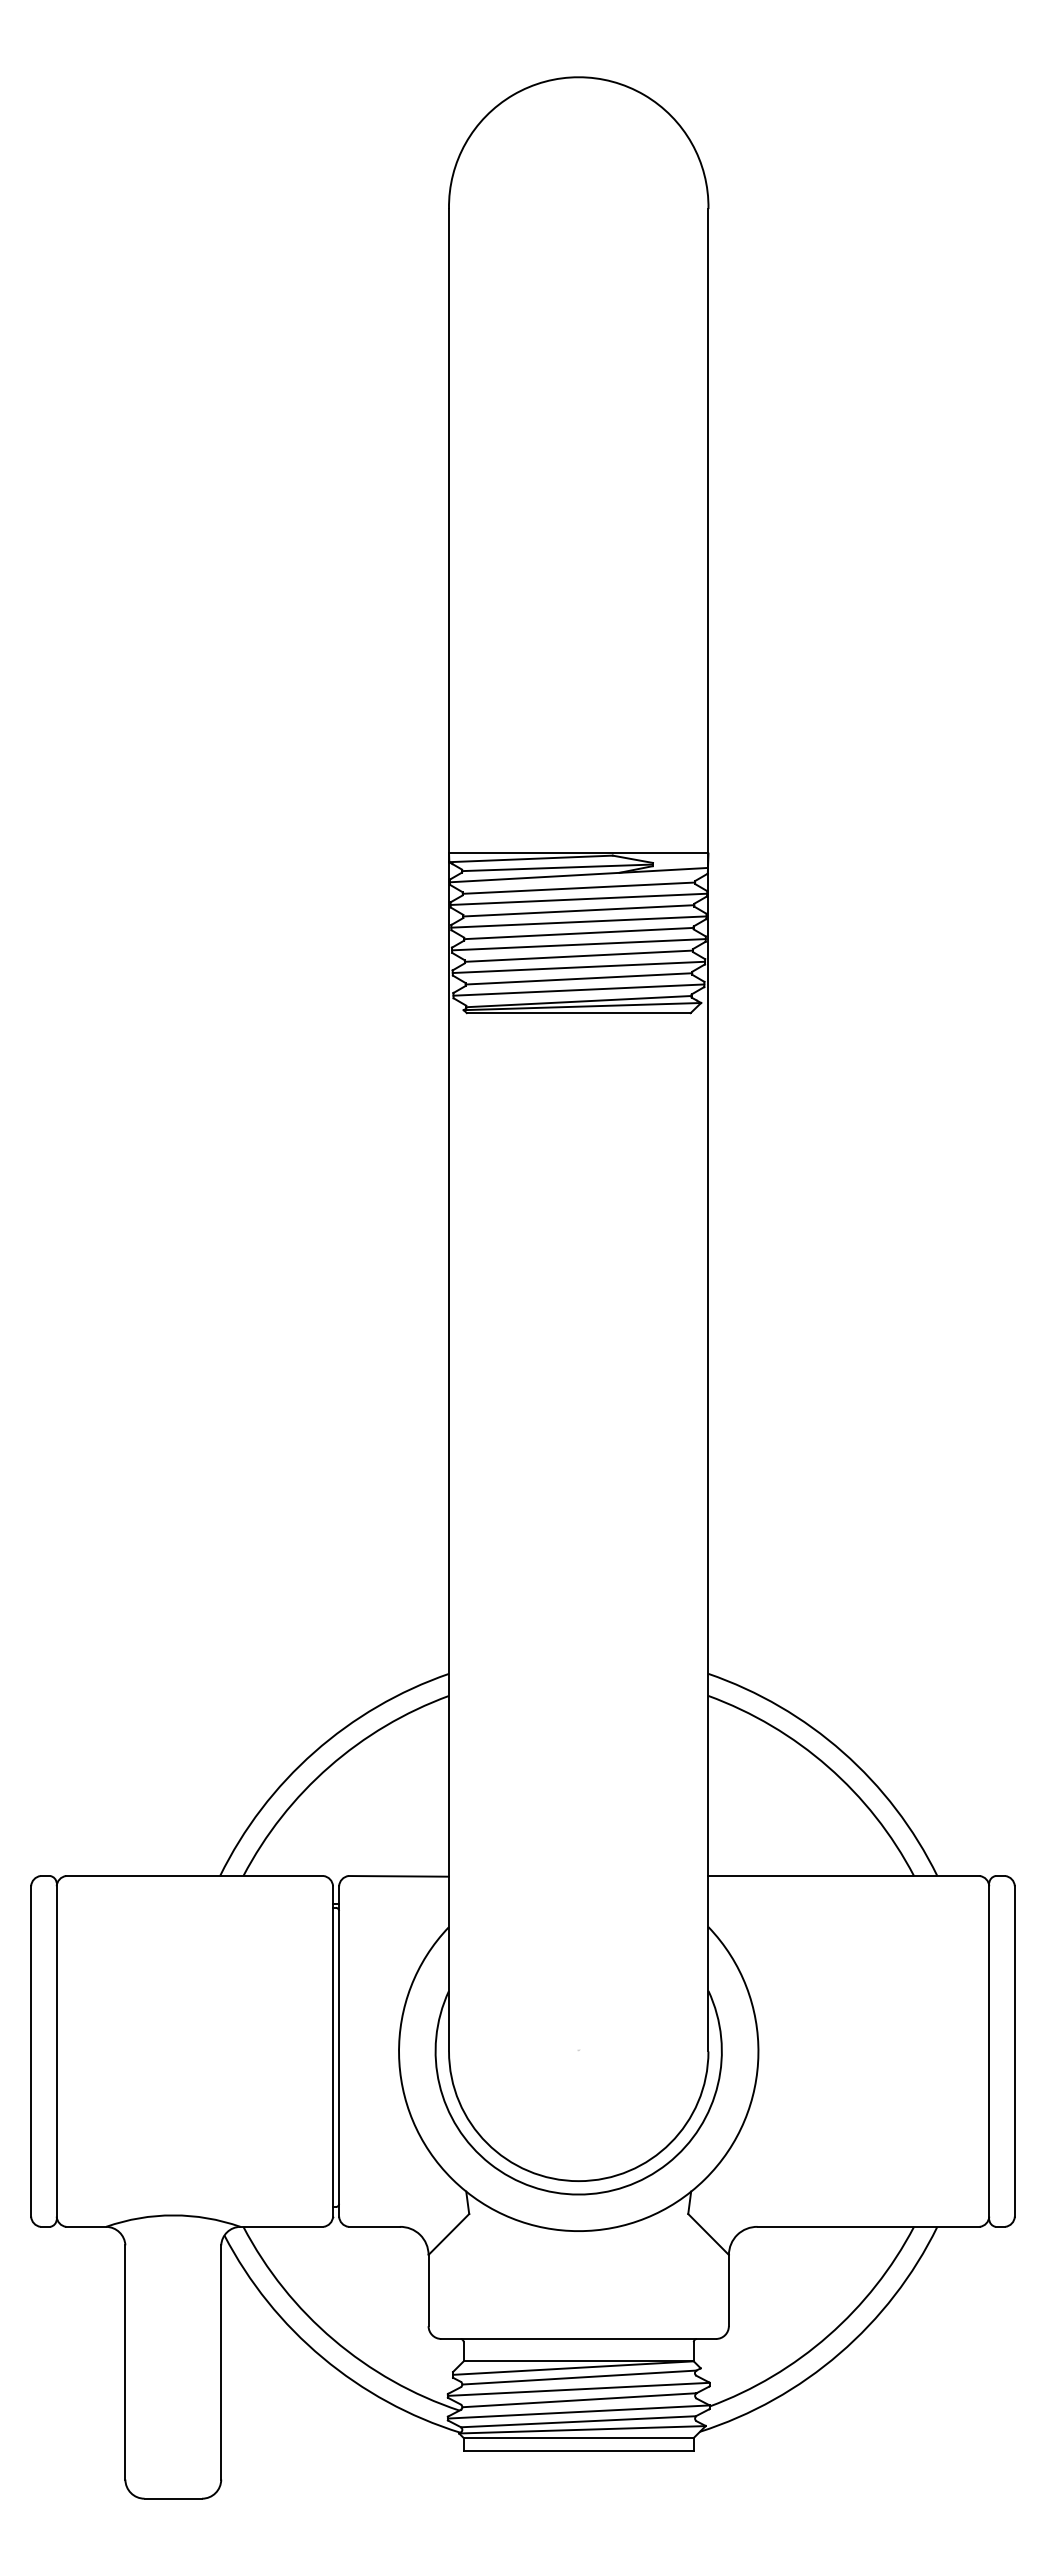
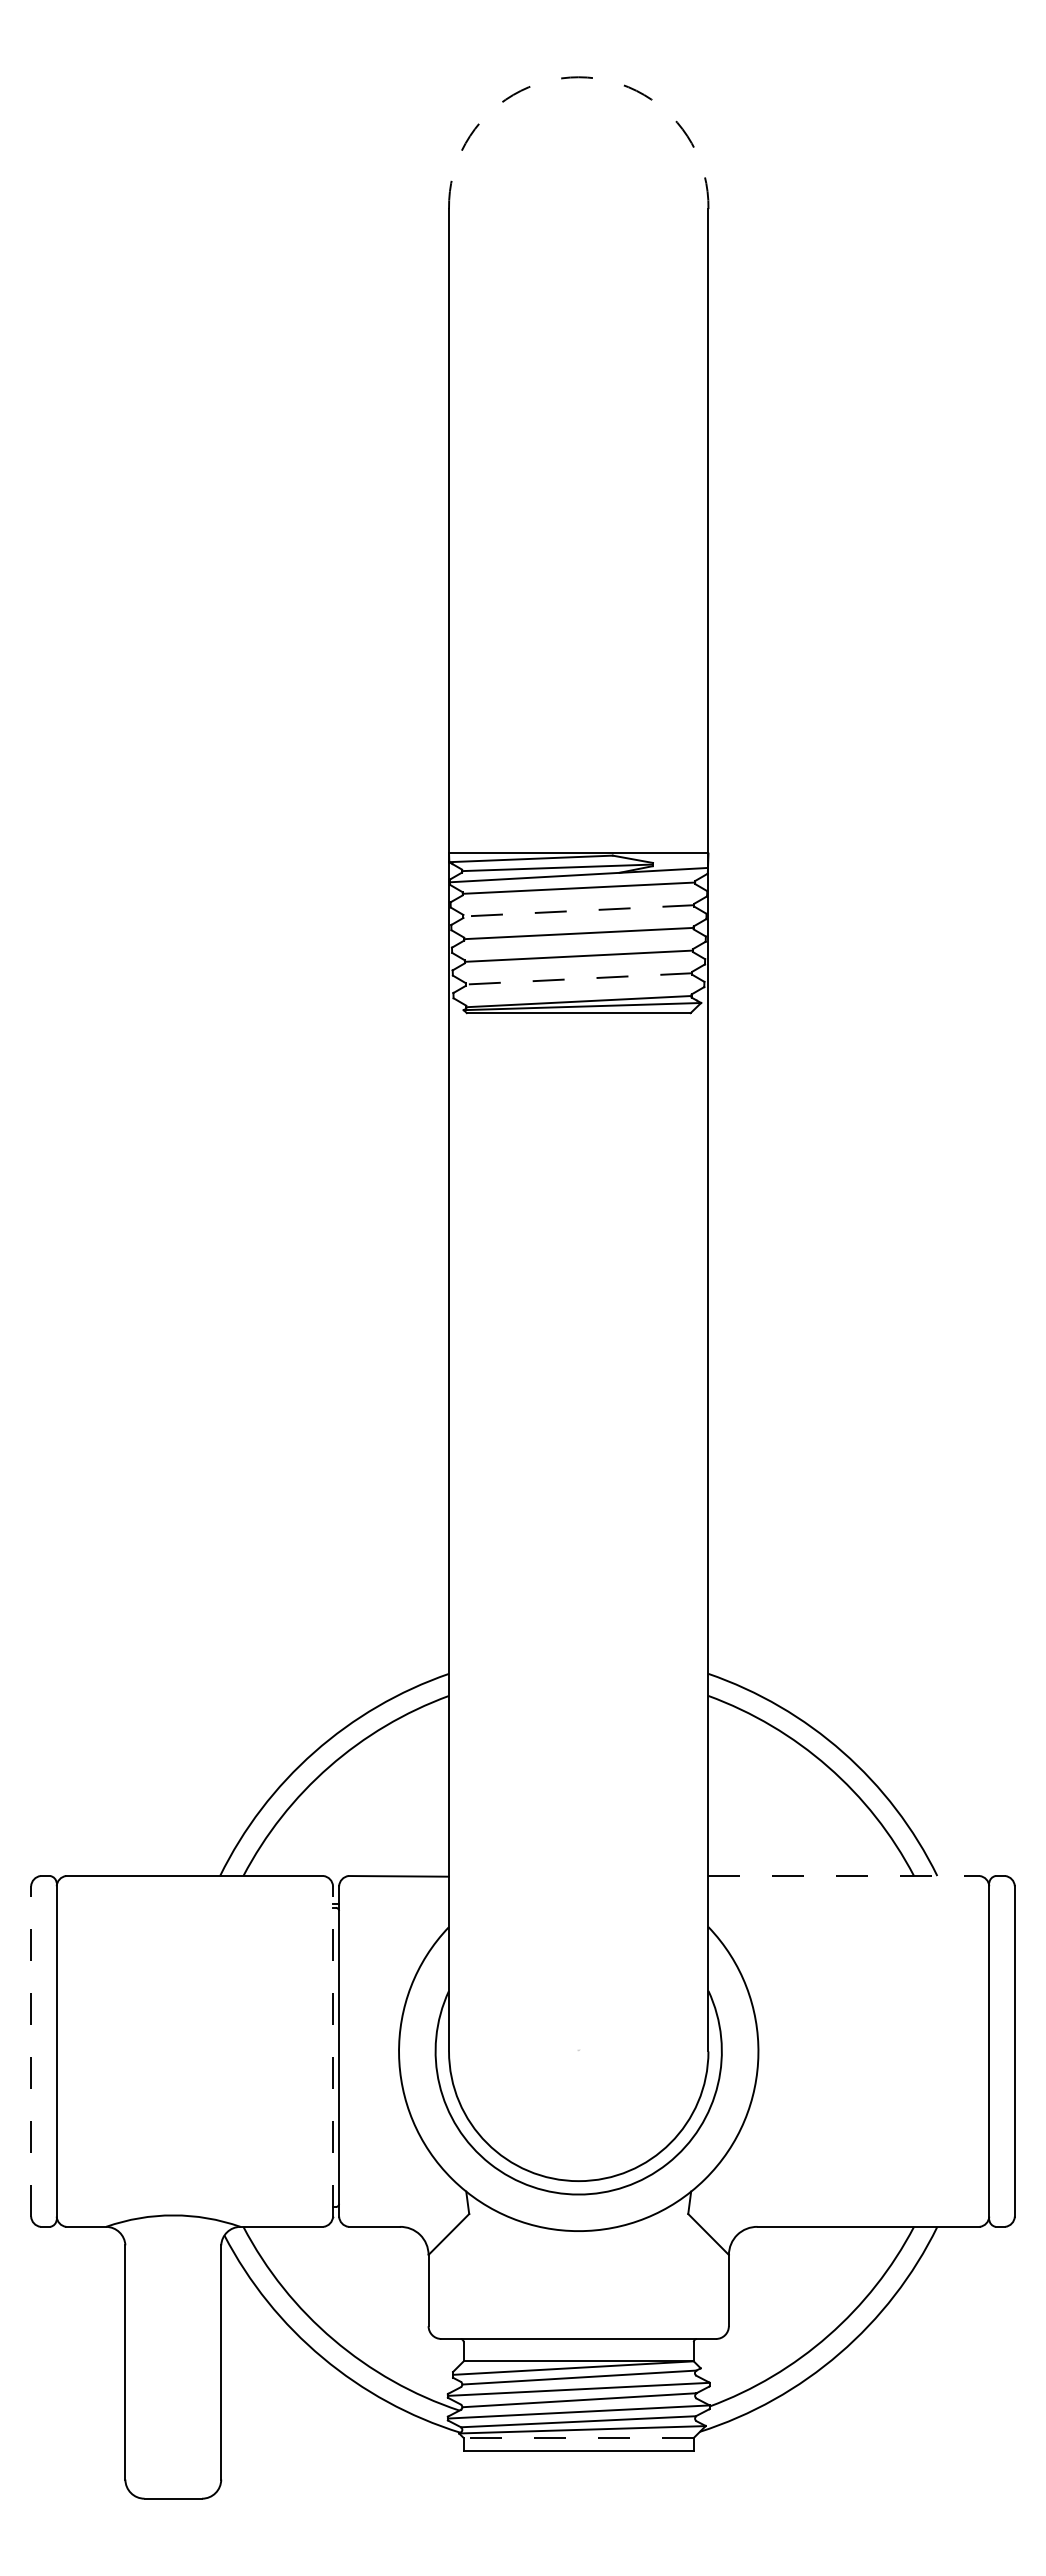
arc at (578, 77): solid -> dashed
line at (578, 898): present -> none
line at (578, 910): solid -> dashed
line at (578, 921): present -> none
line at (578, 944): present -> none
line at (578, 967): present -> none
line at (578, 978): solid -> dashed
line at (578, 989): present -> none
line at (844, 1876): solid -> dashed
line at (31, 2050): solid -> dashed
line at (333, 2050): solid -> dashed
line at (578, 2438): solid -> dashed
